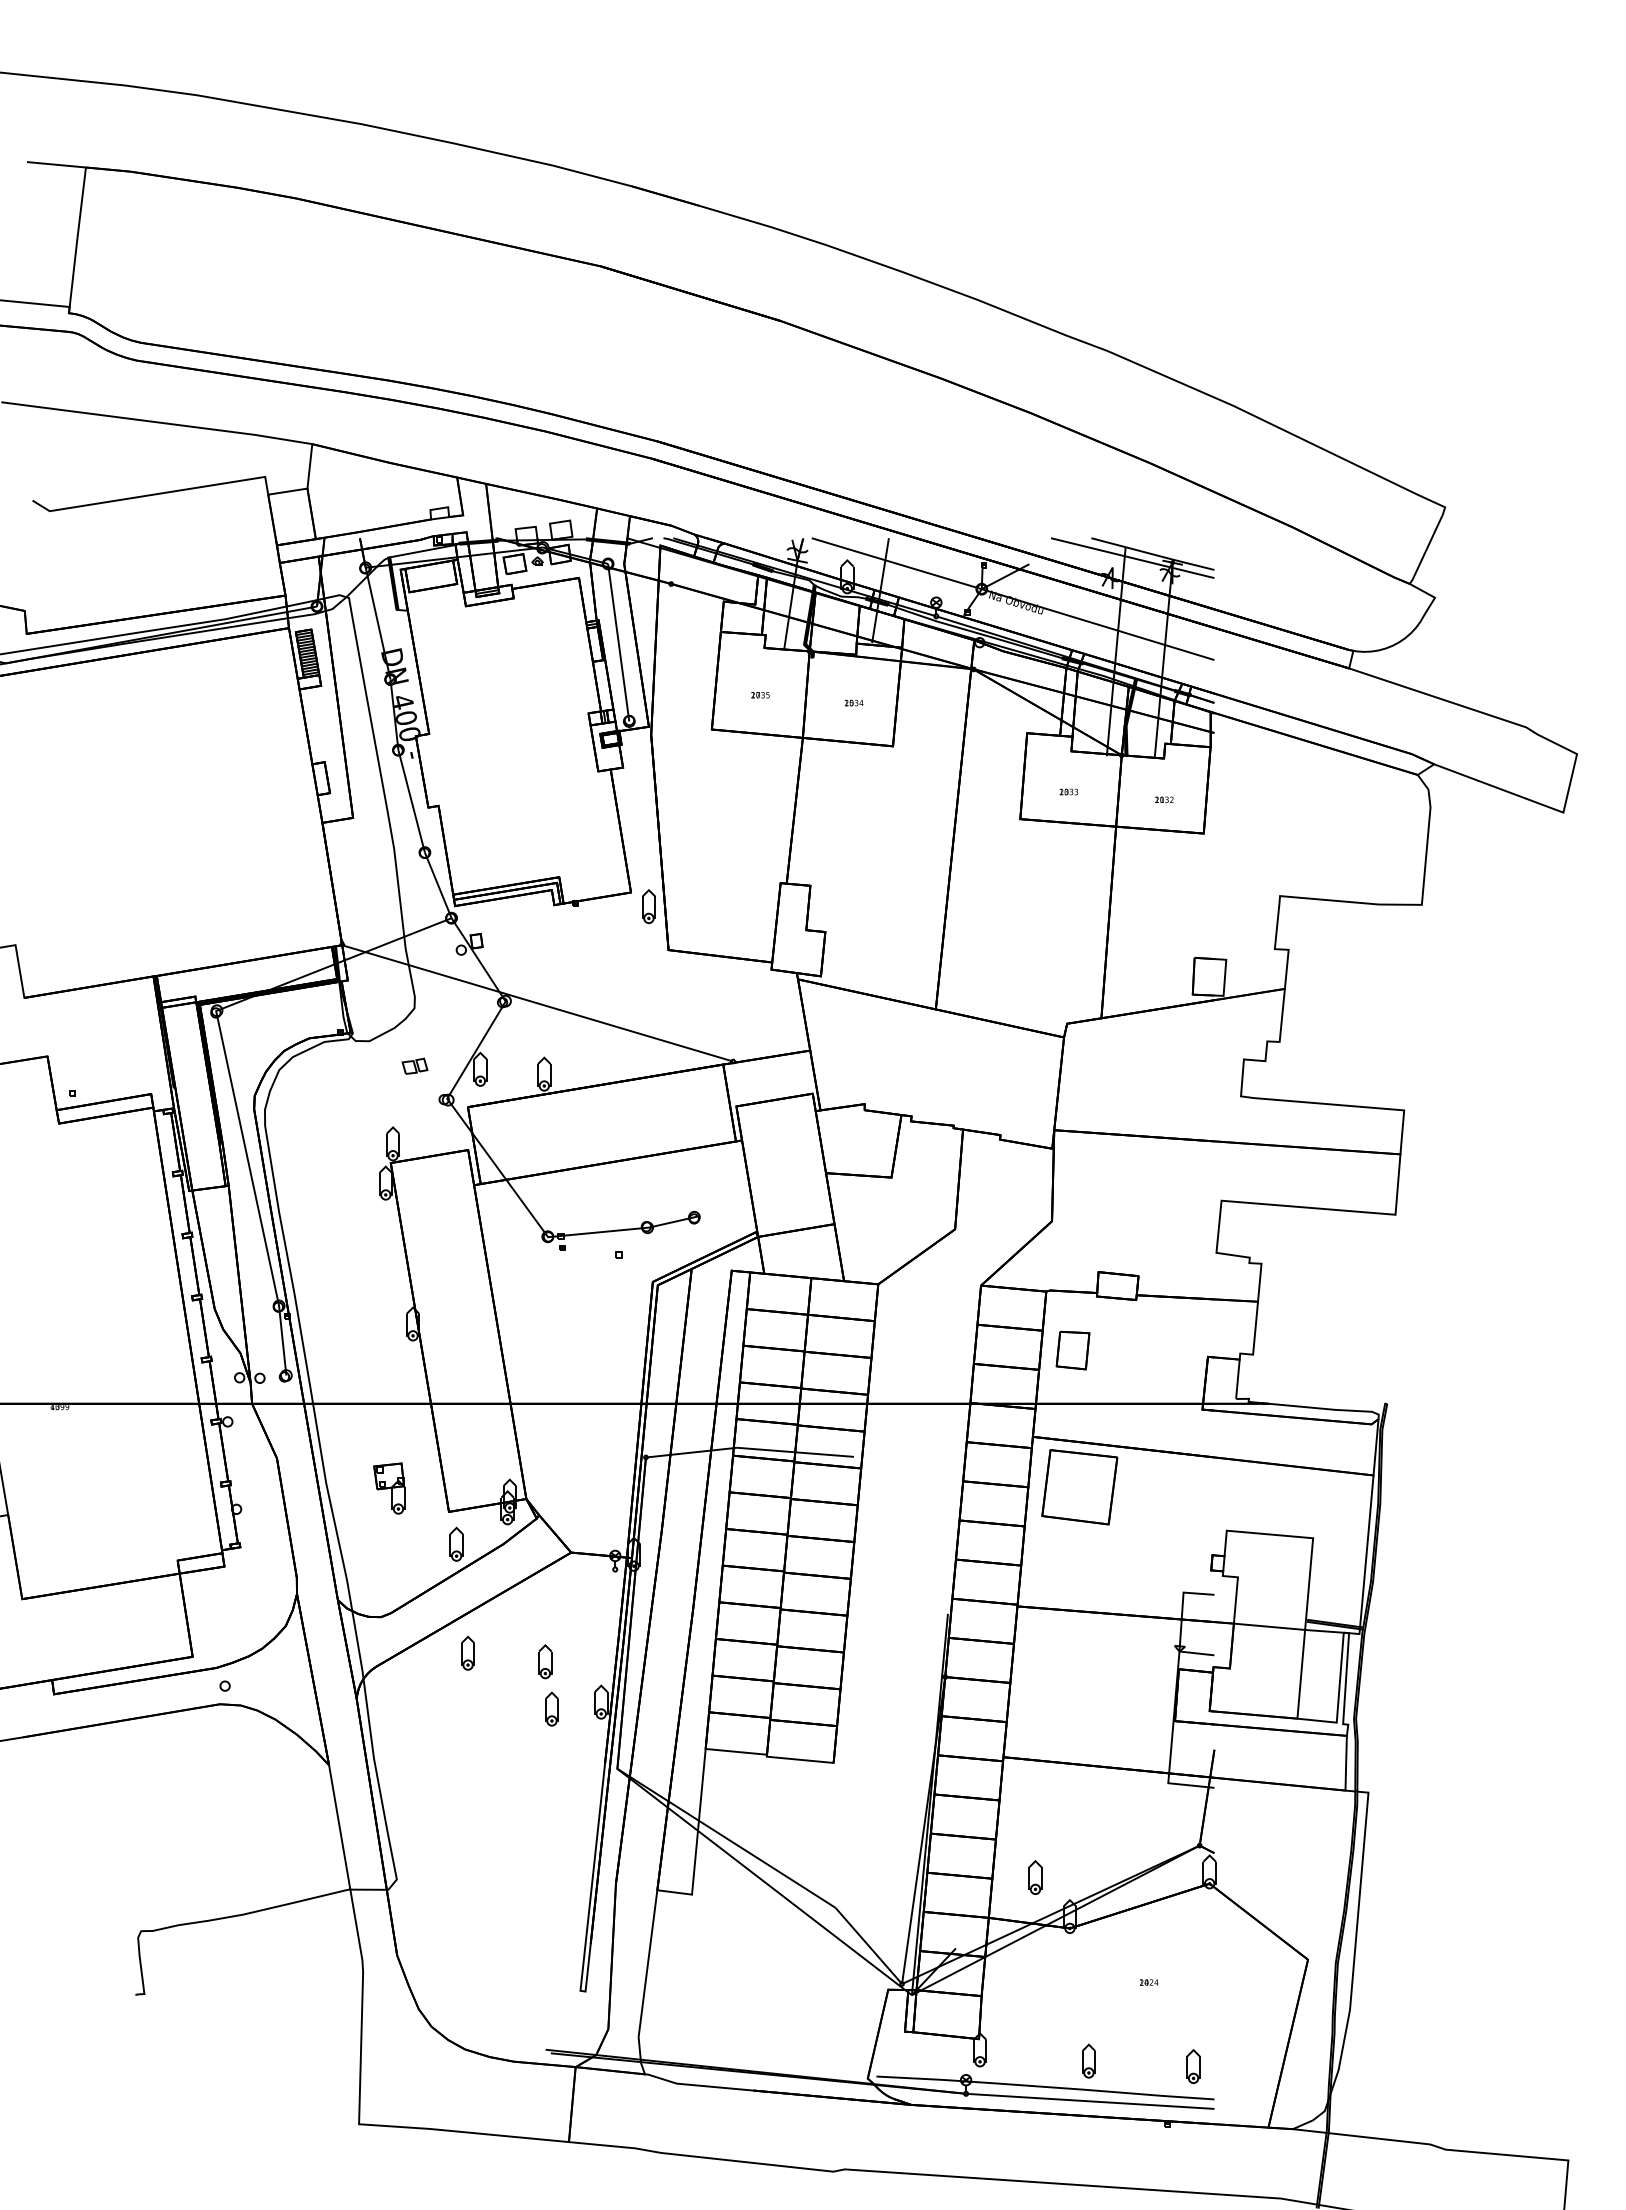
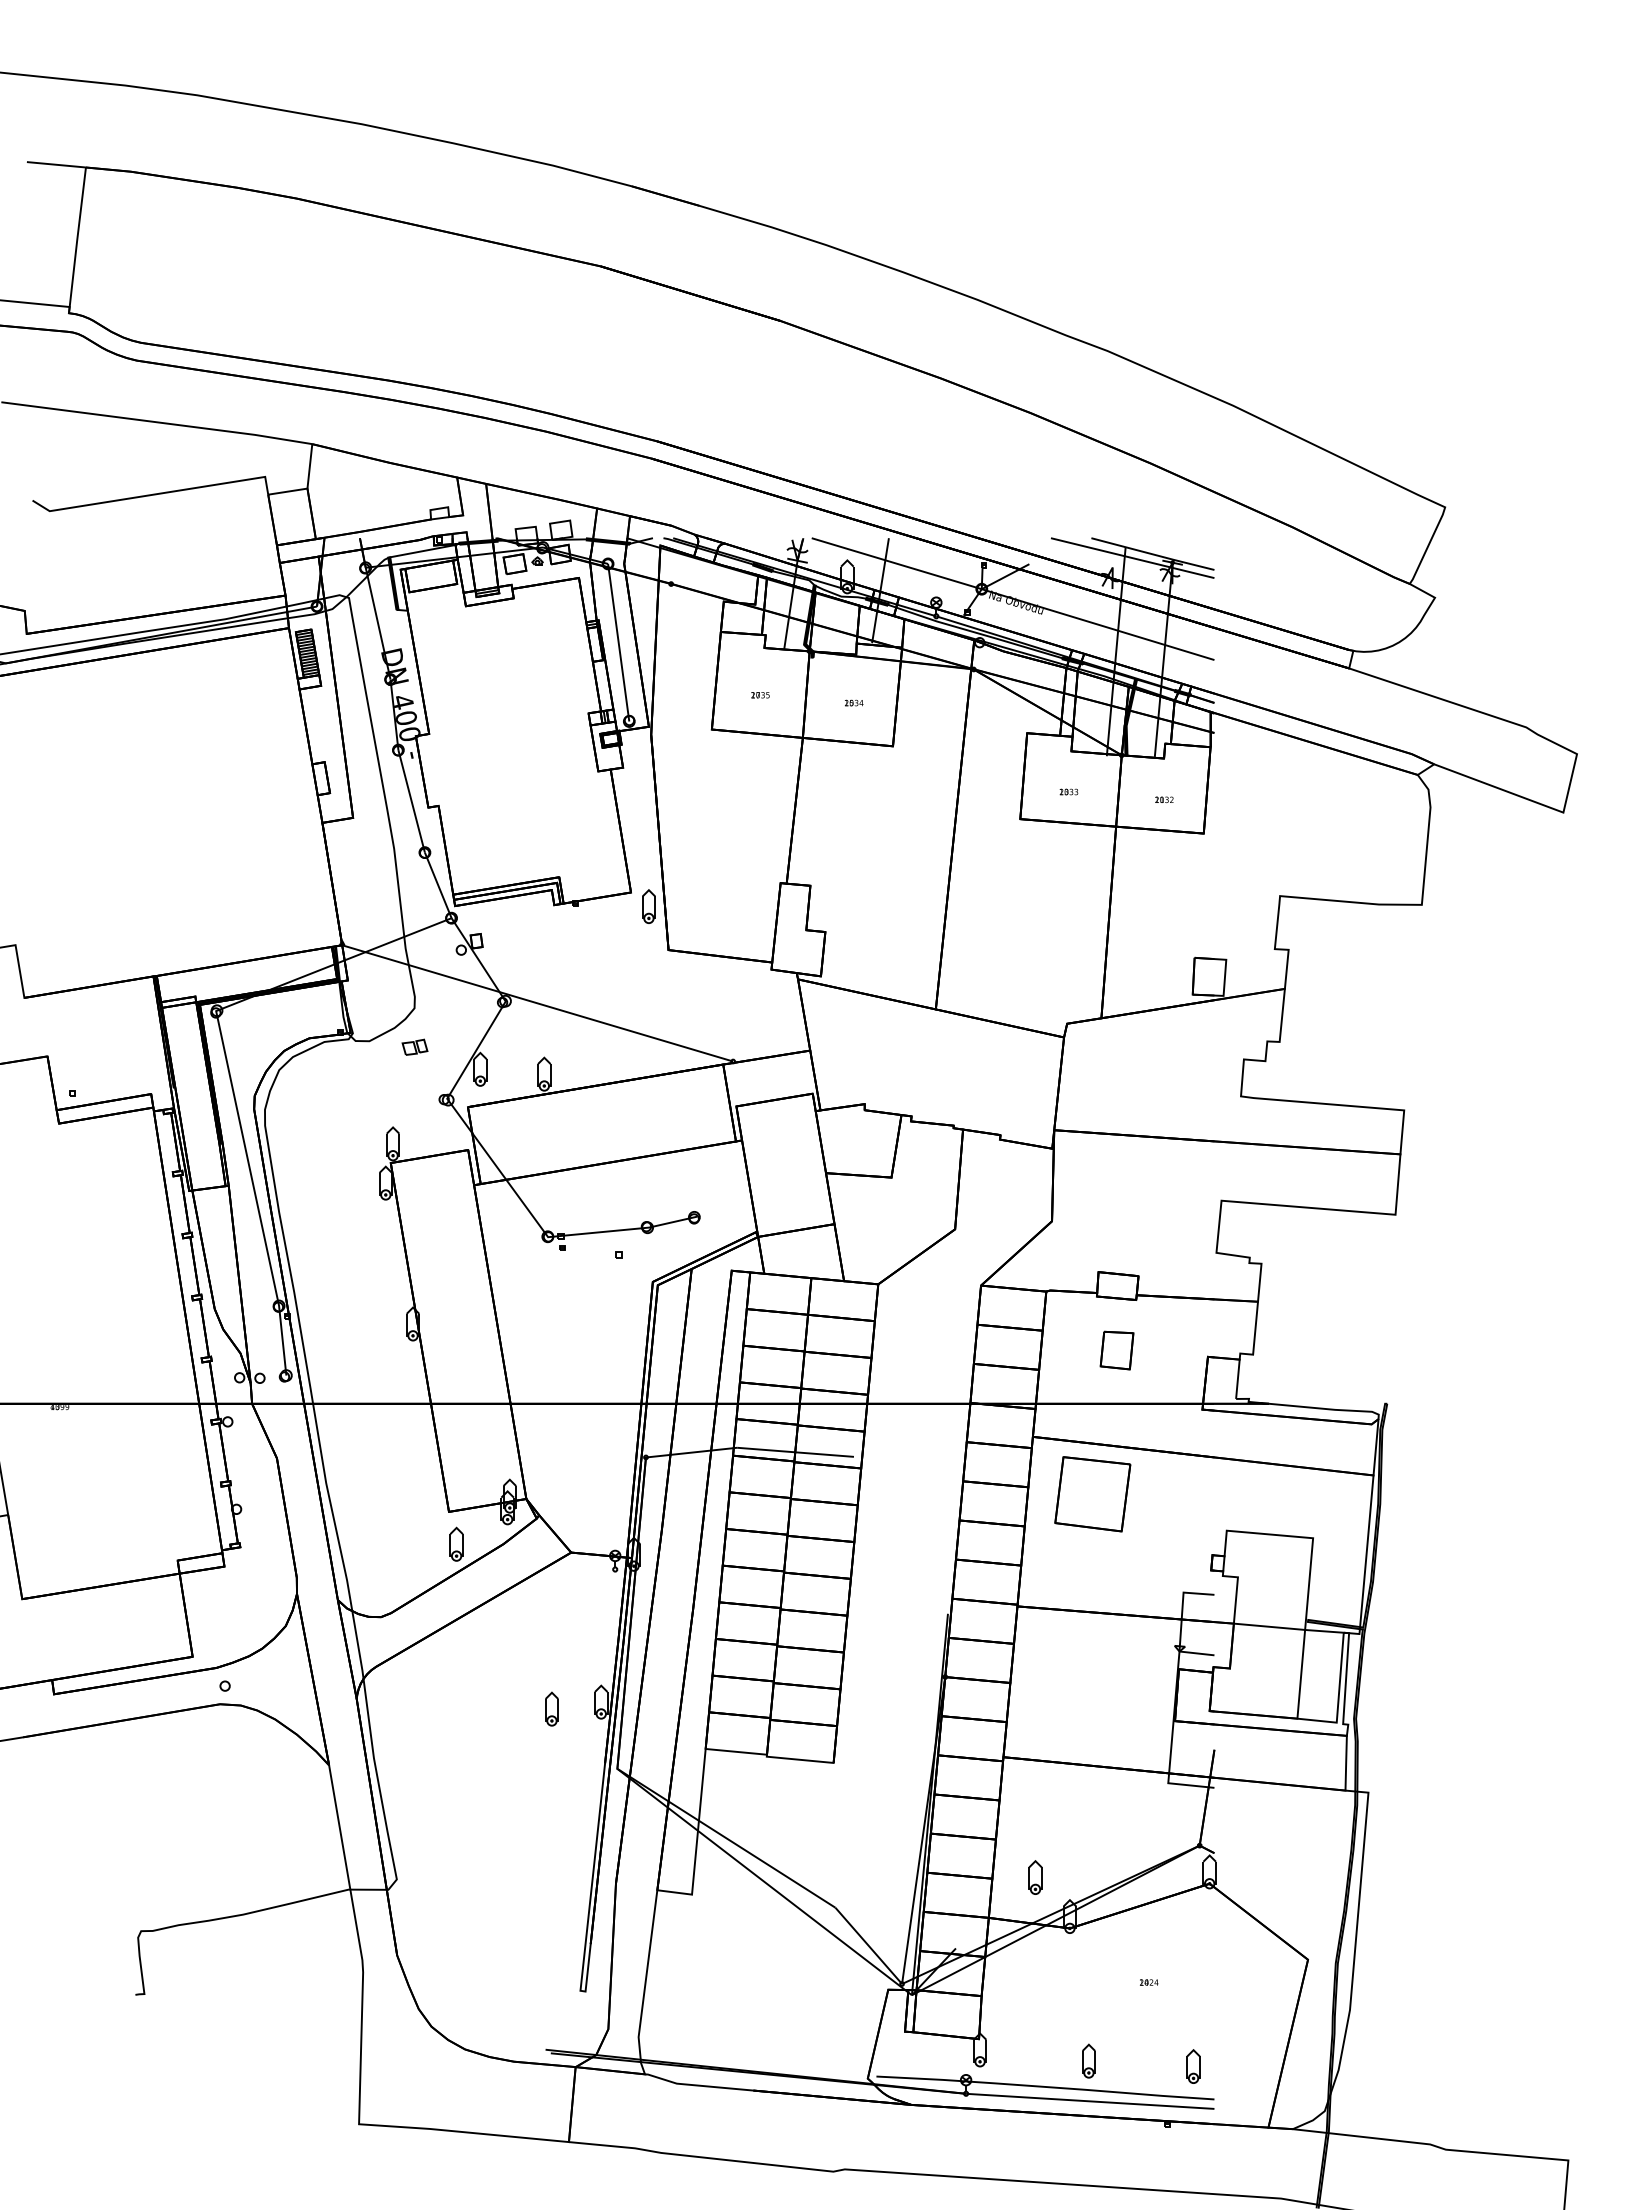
part at (414, 1065) position: (414, 1065) -> (414, 1046)
part at (1072, 1350) position: (1072, 1350) -> (1116, 1350)
part at (1079, 1487) position: (1079, 1487) -> (1092, 1494)
part at (389, 1488): present -> none
part at (467, 1652): present -> none
part at (545, 1661): present -> none
